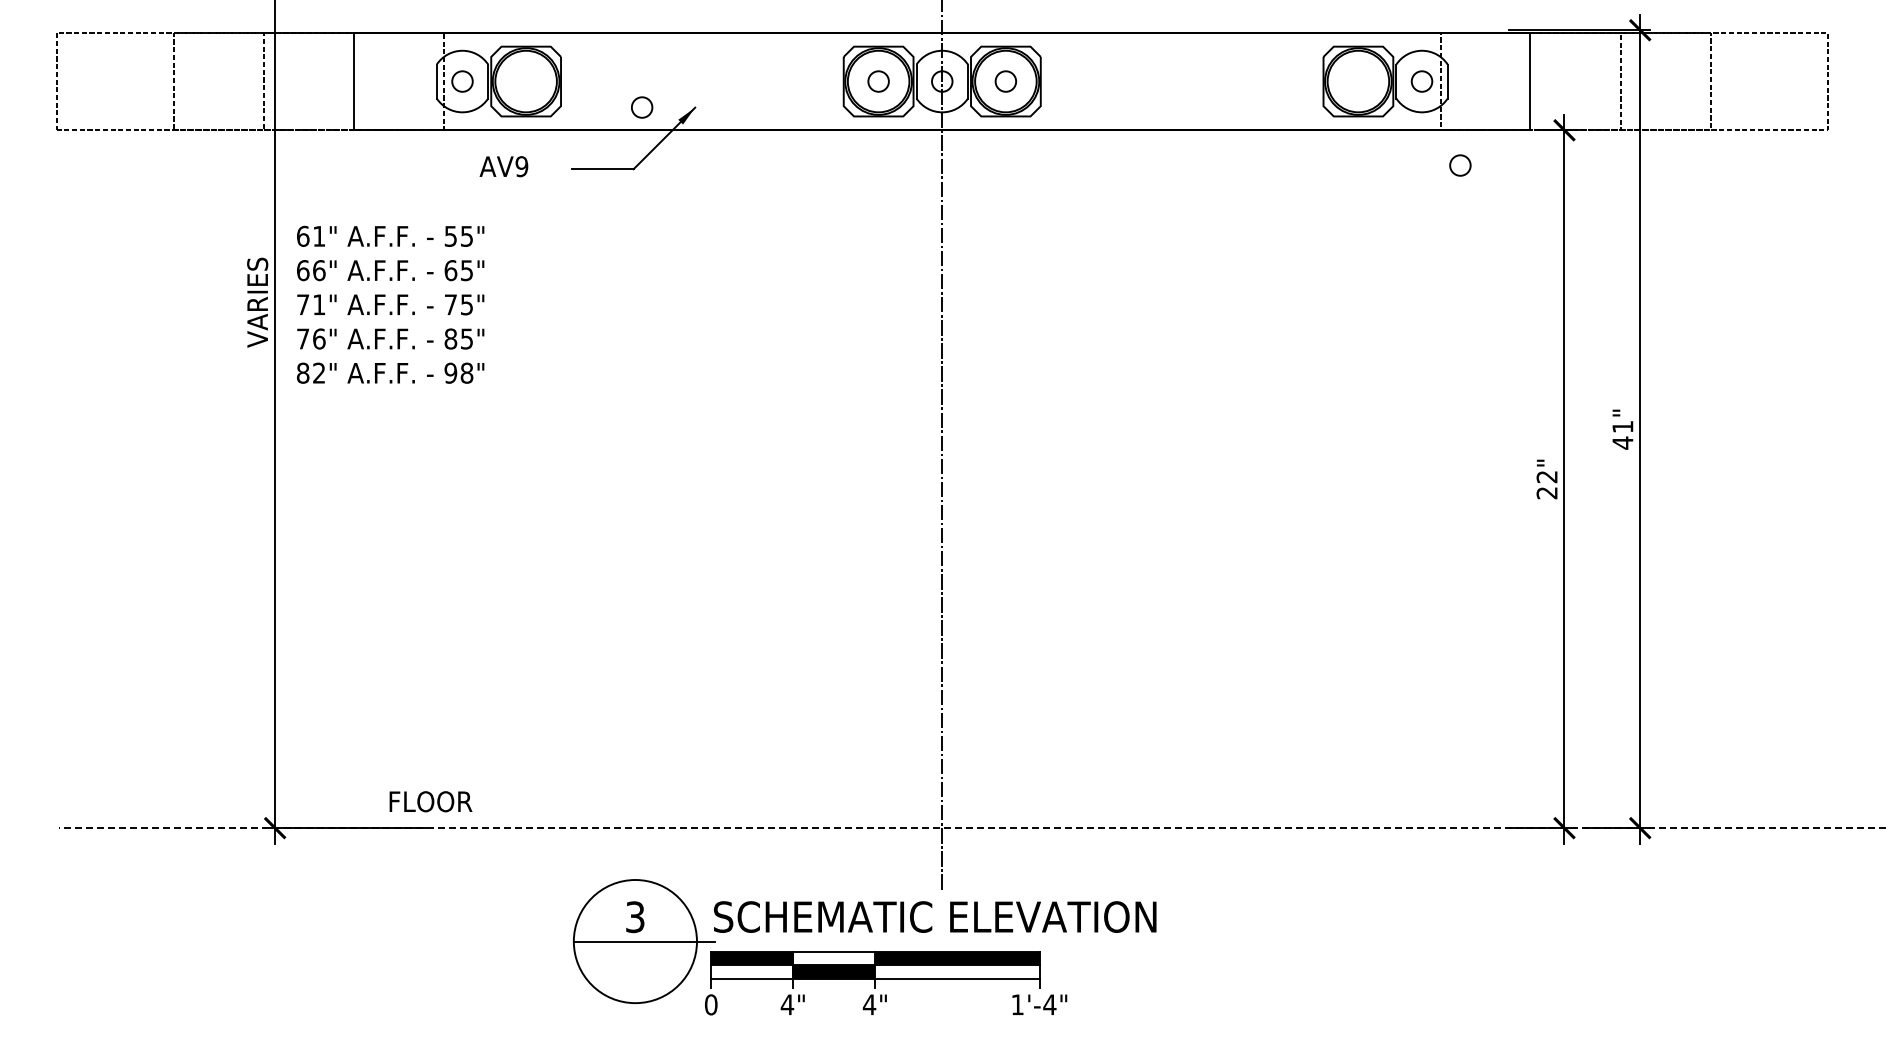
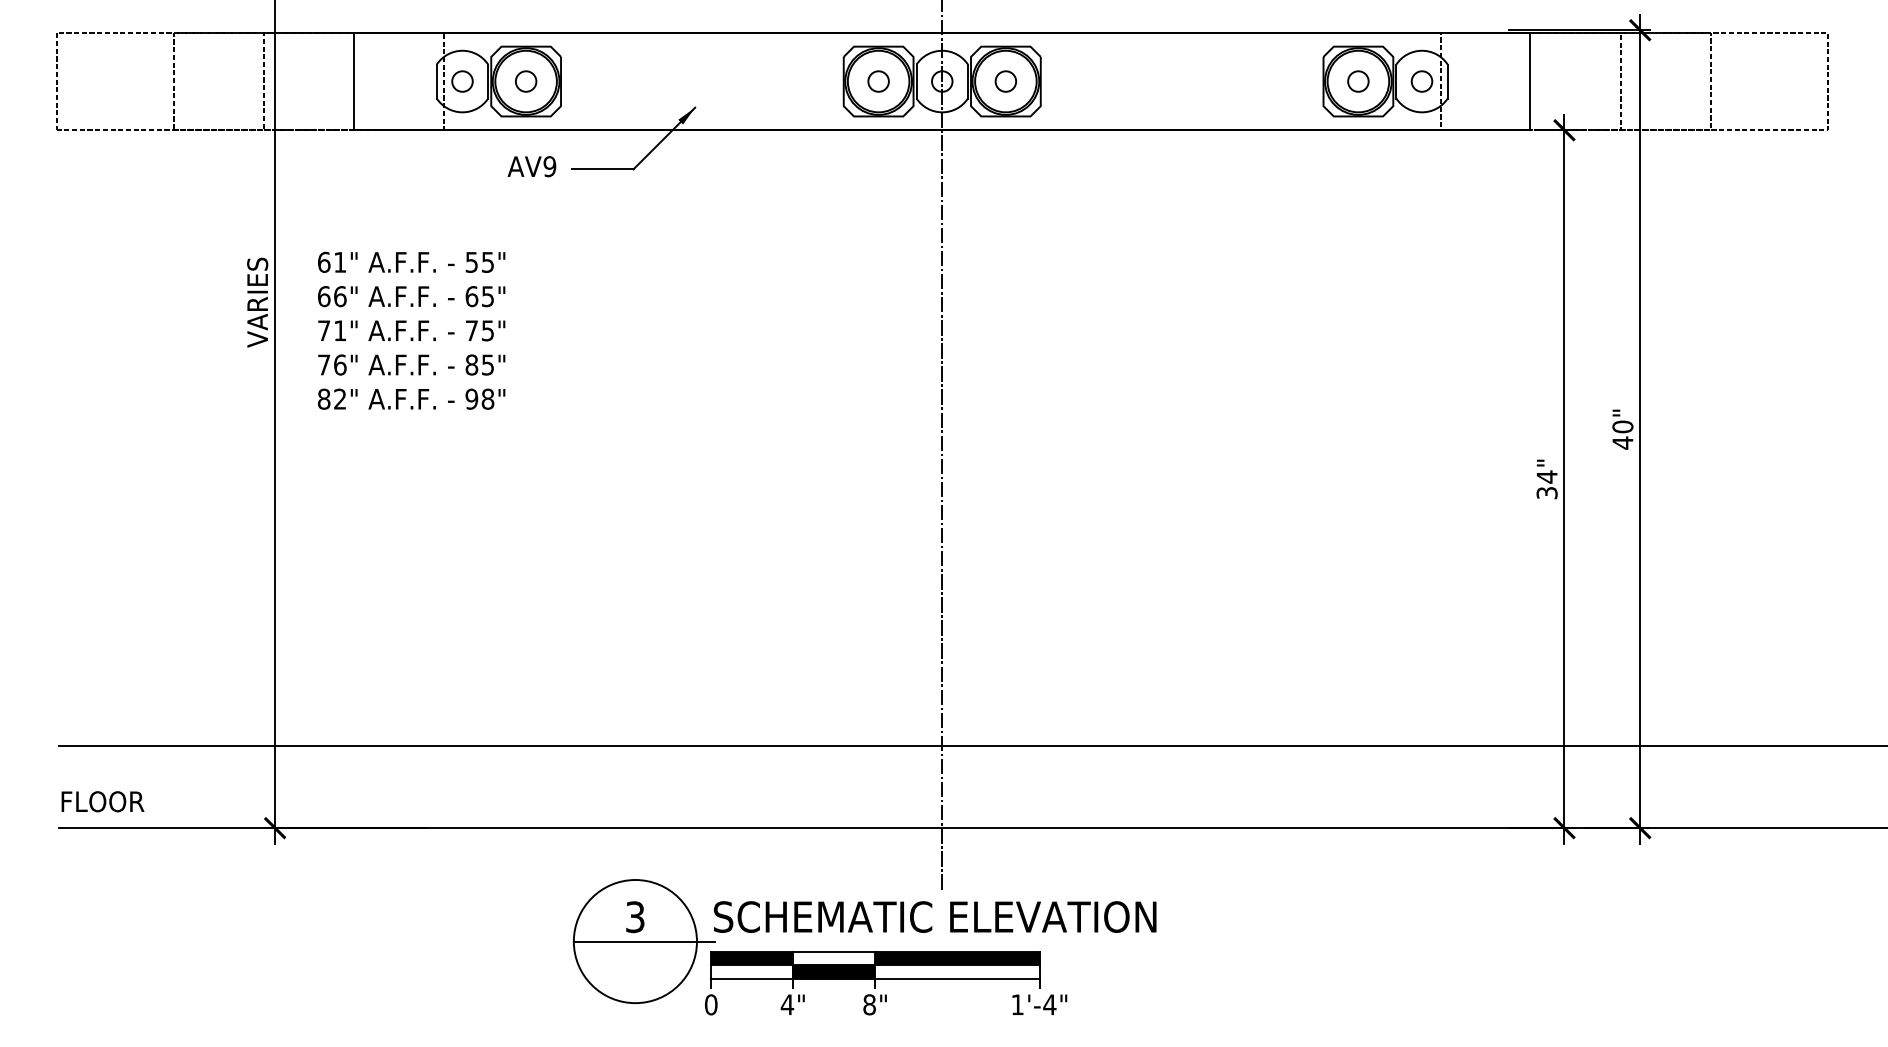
circle at (642, 107) position: (642, 107) -> (526, 81)
circle at (1460, 165) position: (1460, 165) -> (1358, 81)
text at (503, 166) position: (503, 166) -> (531, 166)
text at (390, 304) position: (390, 304) -> (411, 330)
text at (1622, 426): 41" -> 40"
text at (1546, 484): 22" -> 34"
line at (971, 746): none -> present
text at (430, 801) position: (430, 801) -> (102, 801)
line at (972, 828): dashed -> solid
text at (869, 1004): 4" -> 8"
